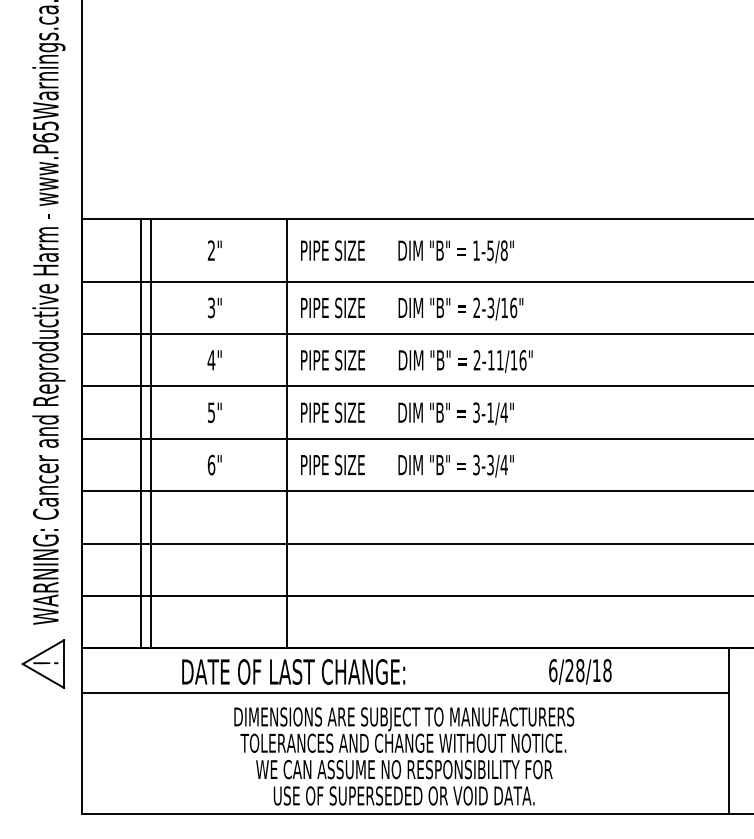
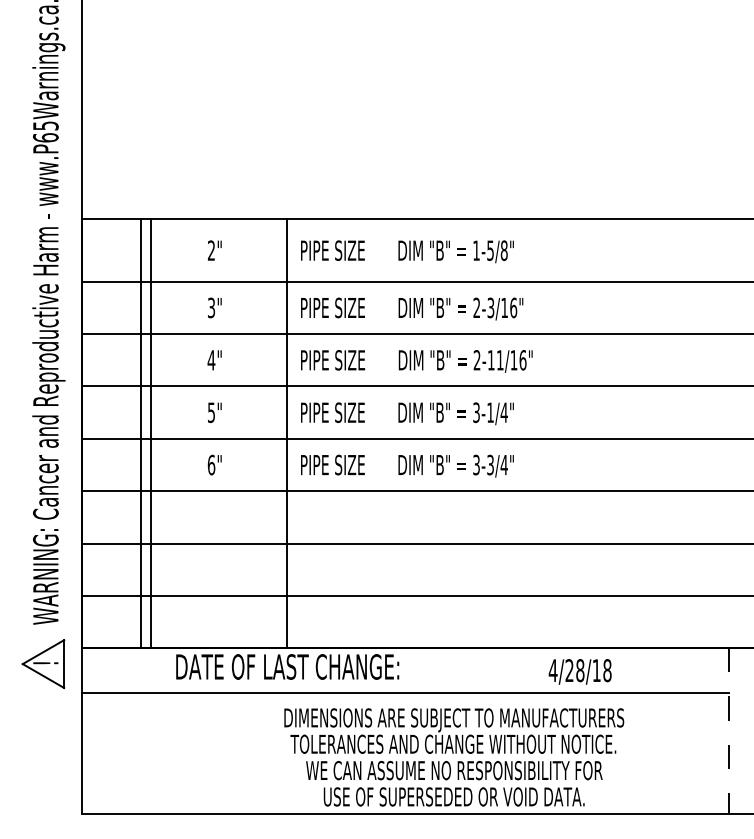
text at (552, 670): 6/28/18 -> 4/28/18
text at (293, 671) position: (293, 671) -> (287, 666)
line at (728, 731): solid -> dashed
text at (404, 756) position: (404, 756) -> (454, 757)
